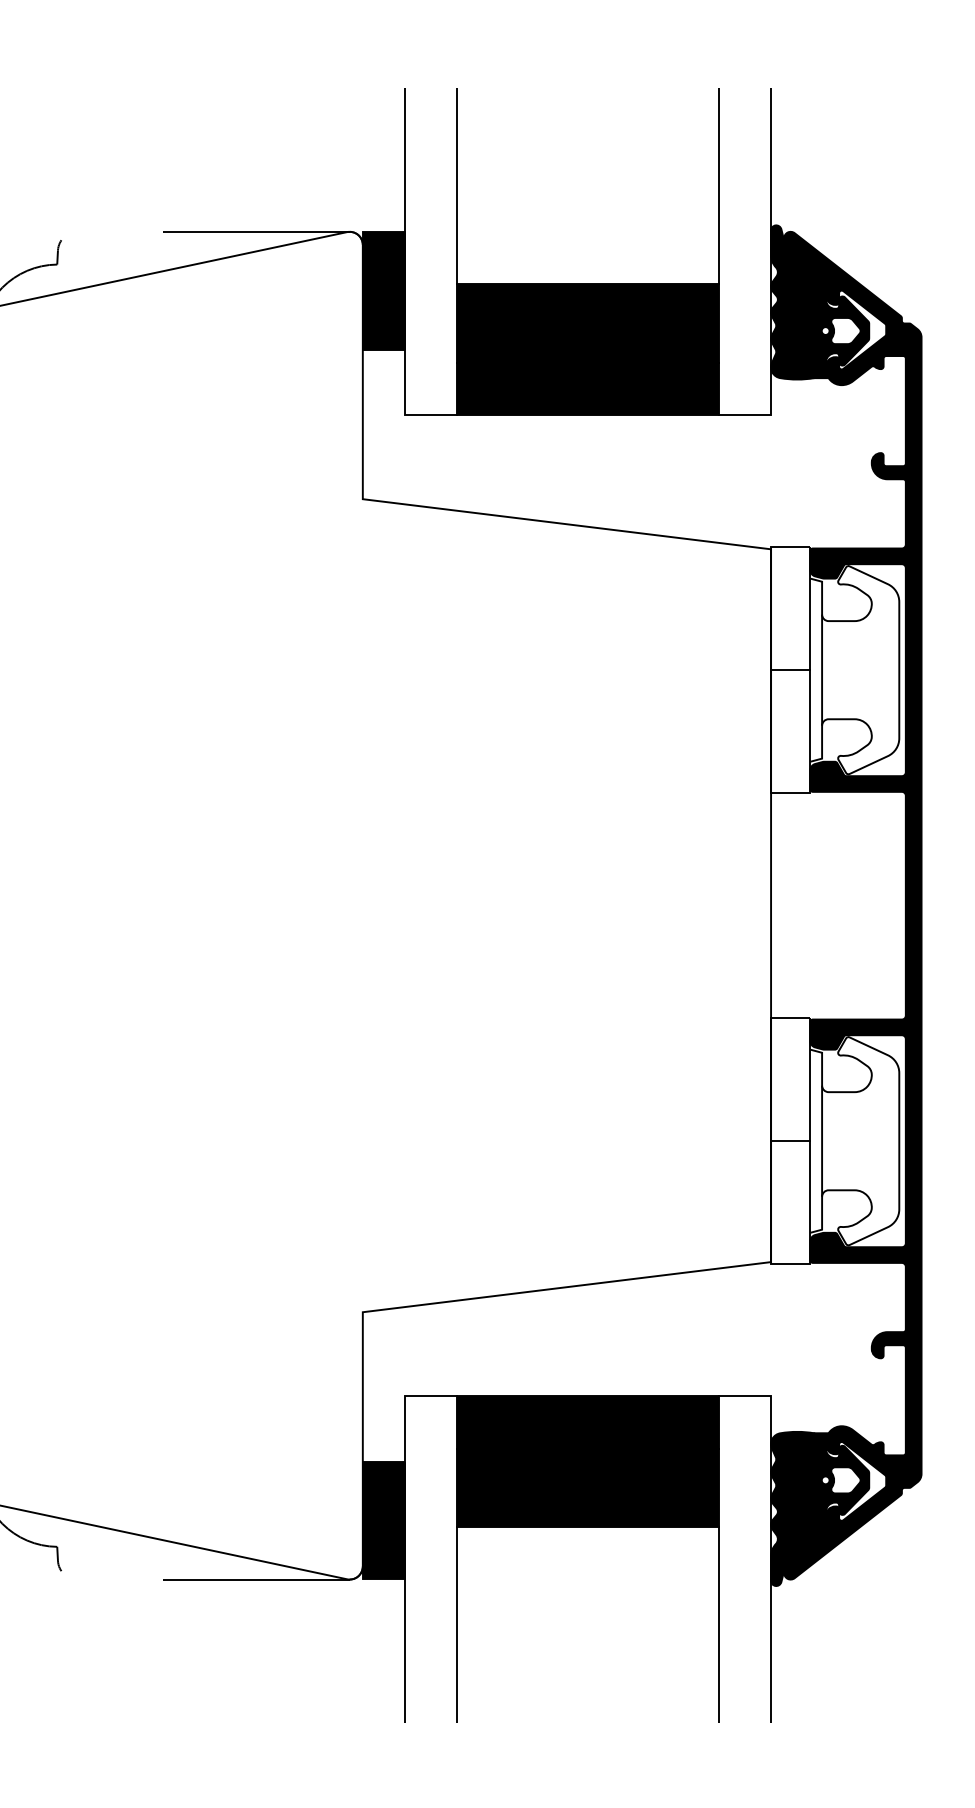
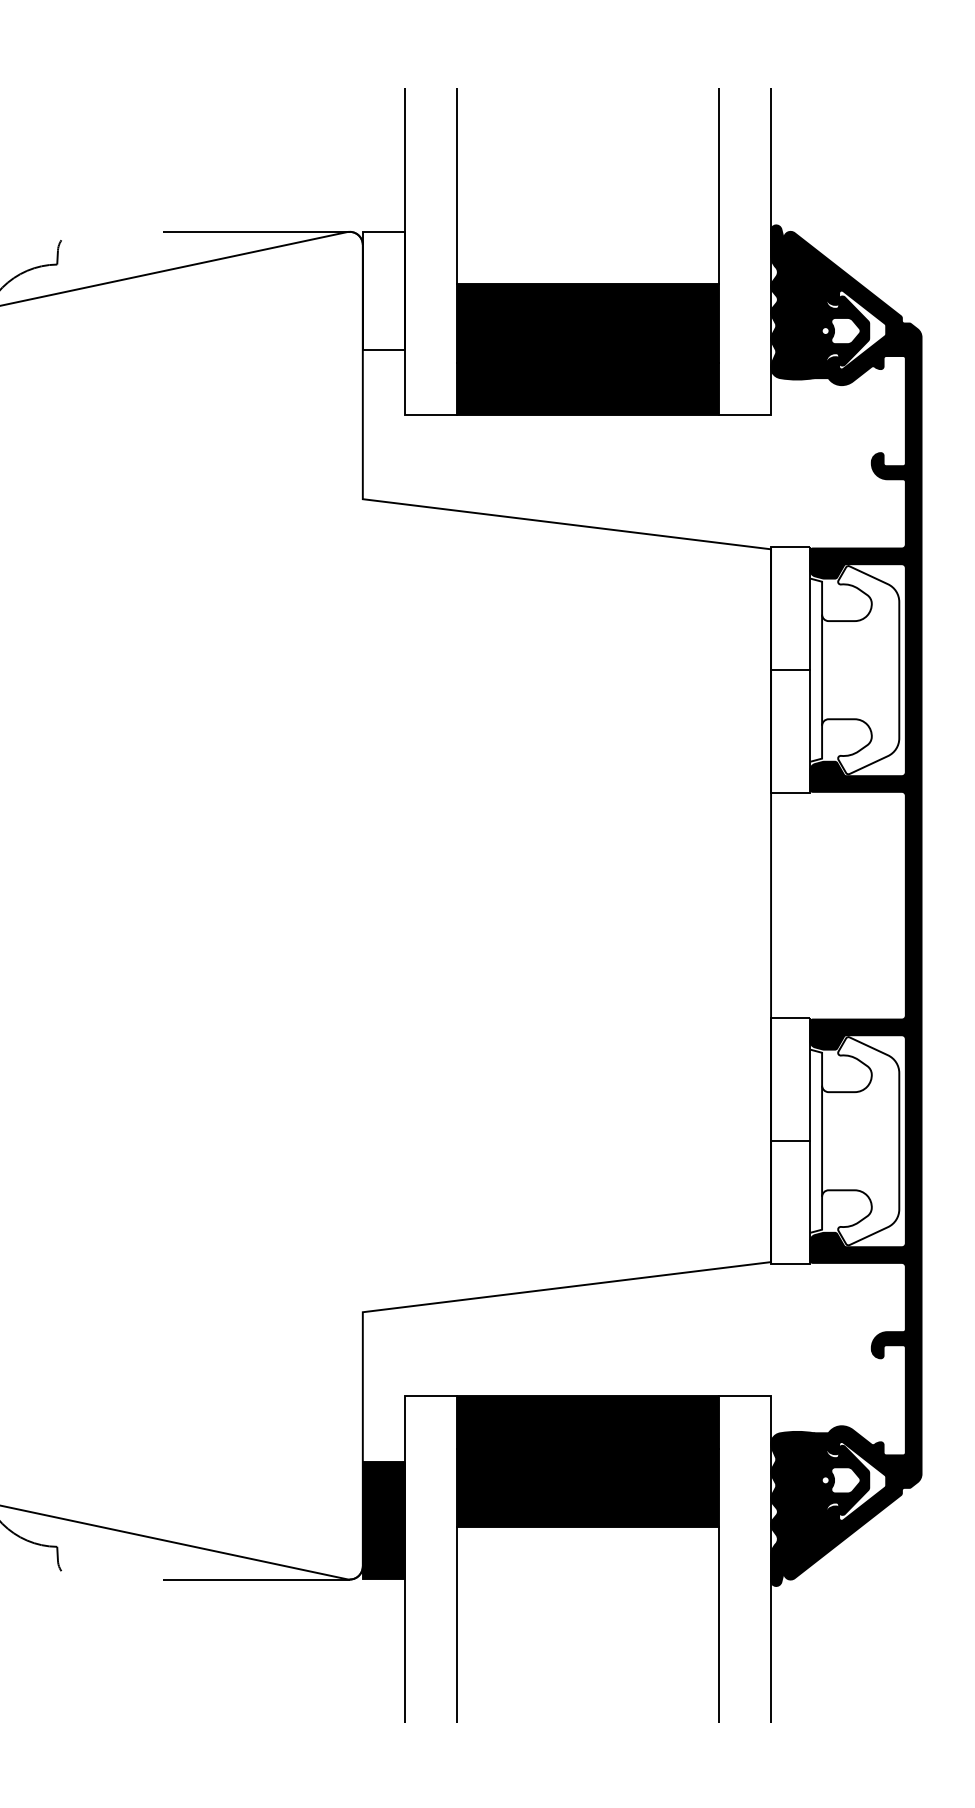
fill at (383, 290): present -> none
